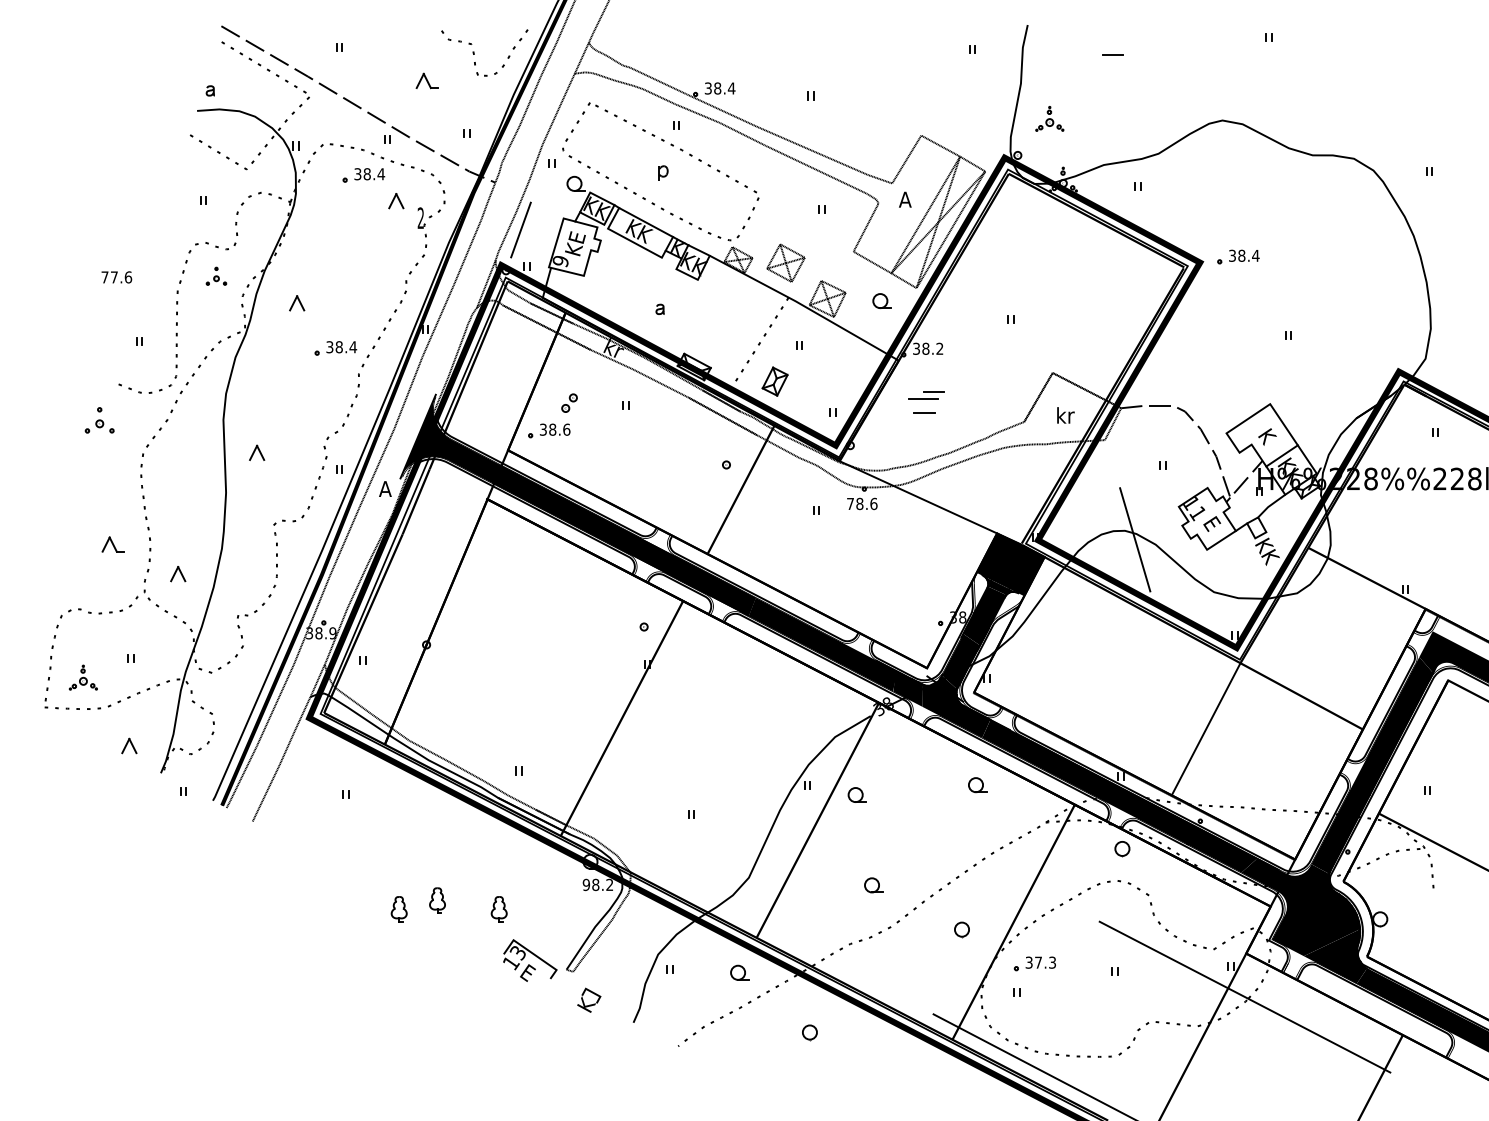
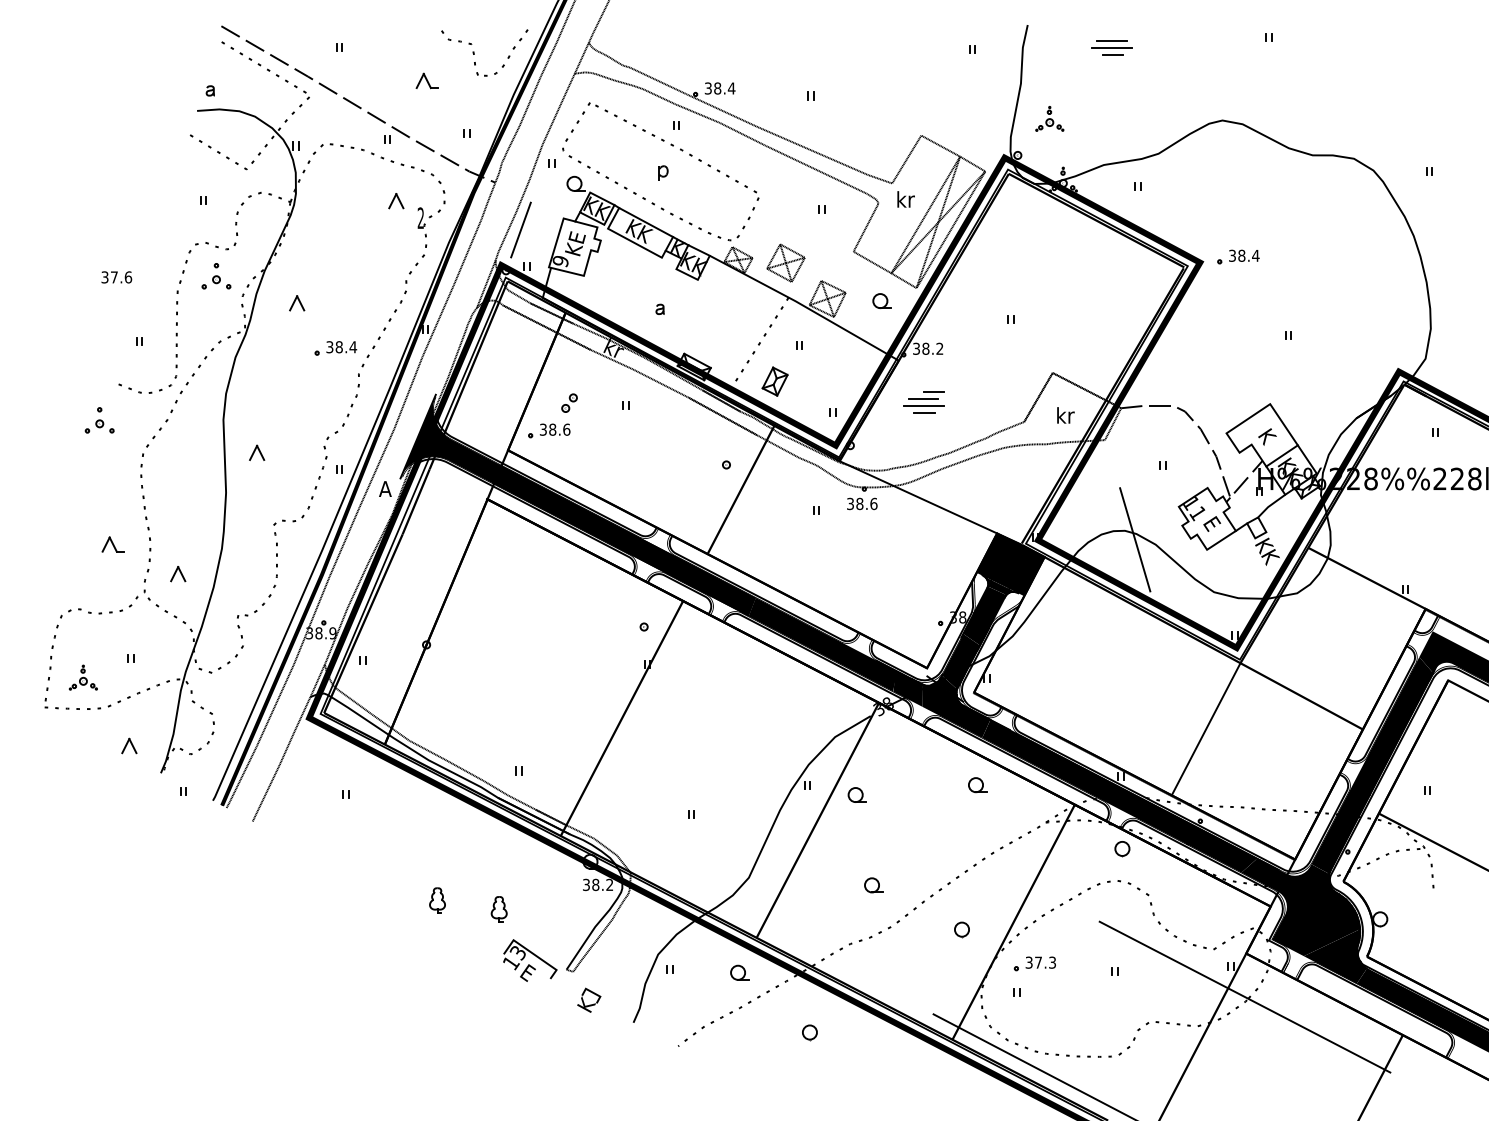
line at (1111, 40): none -> present
line at (1112, 47): none -> present
part at (363, 175): present -> none
text at (905, 199): A -> kr
part at (216, 275) size: 23x20 px -> 31x27 px
text at (104, 277): 77.6 -> 37.6
line at (923, 406): none -> present
text at (850, 503): 78.6 -> 38.6
text at (586, 884): 98.2 -> 38.2
part at (398, 909): present -> none
